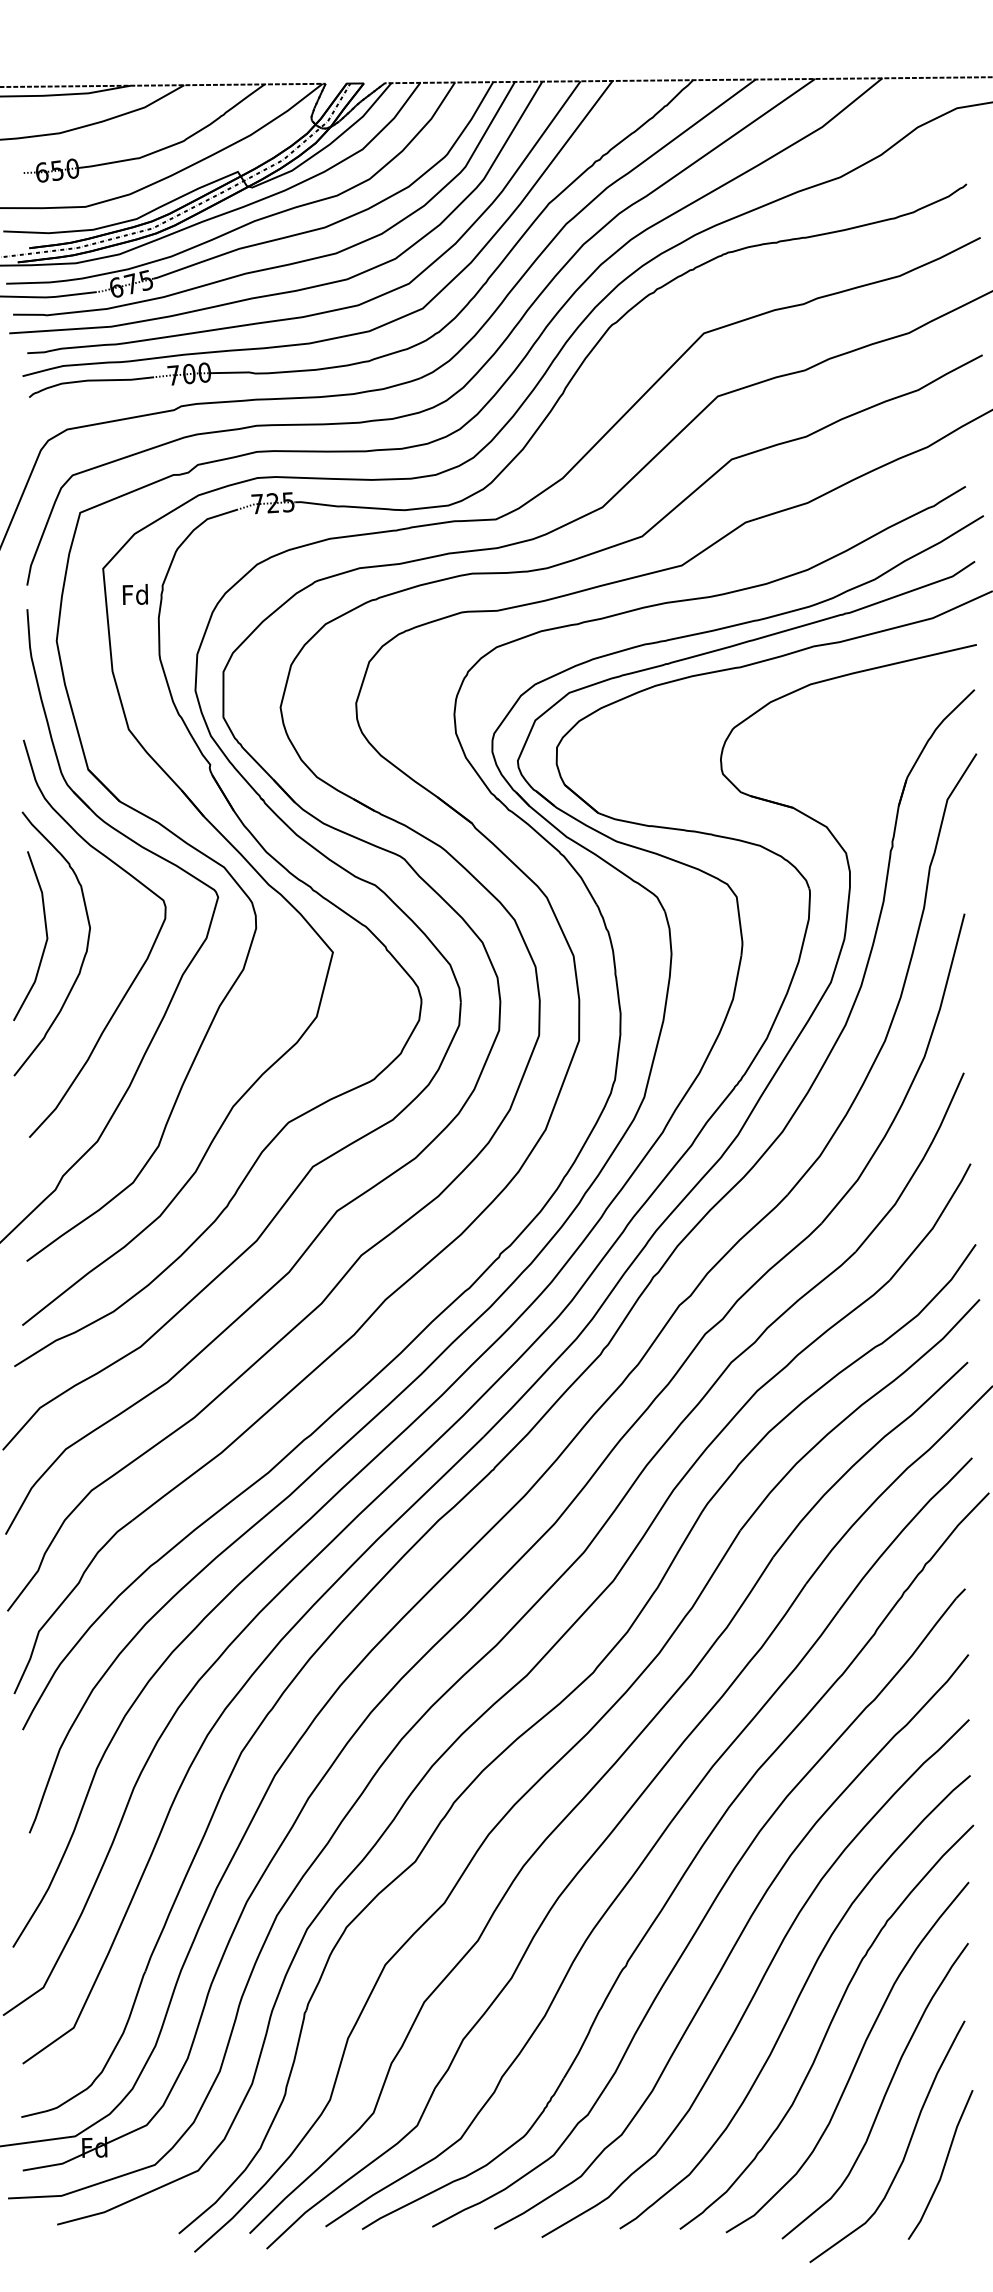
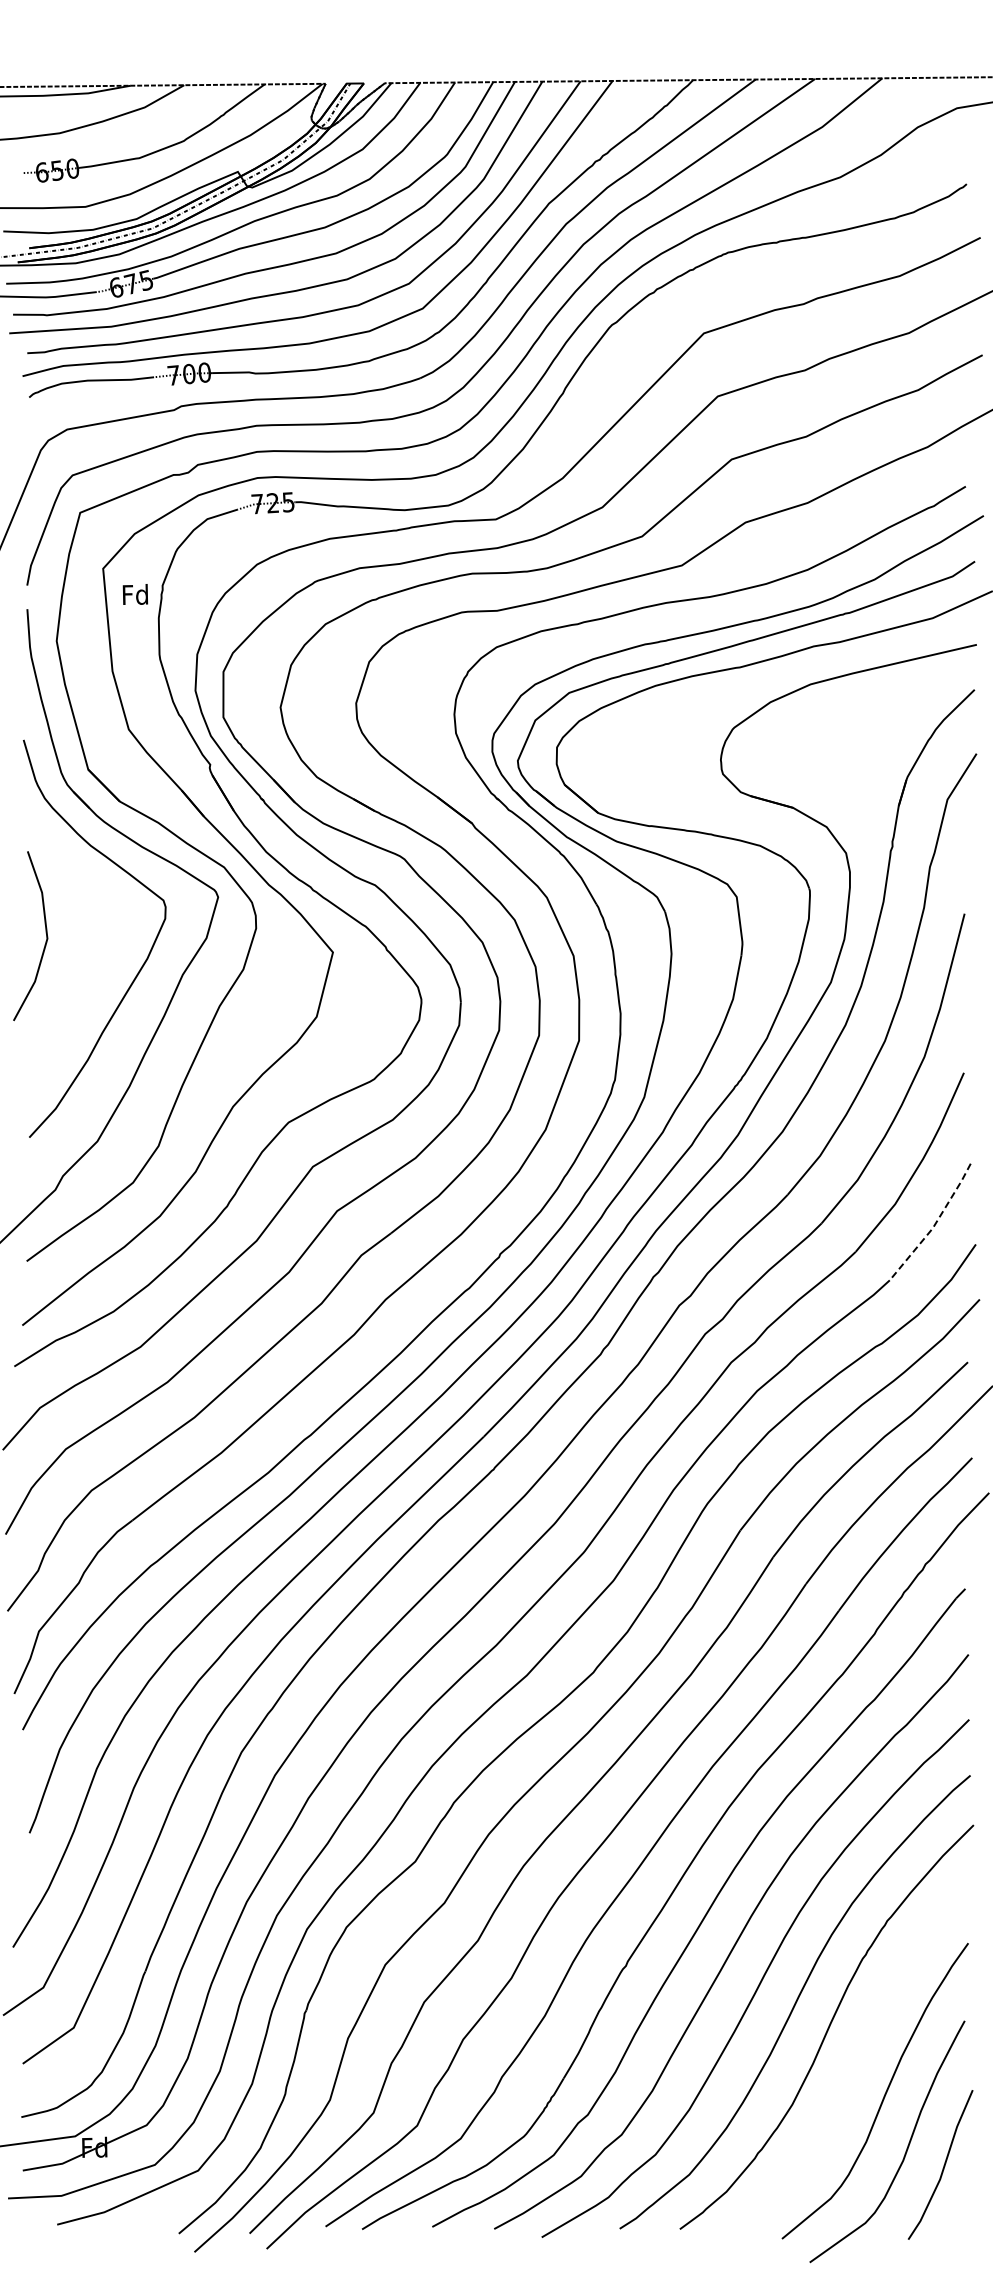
curve at (83, 956): present -> none
line at (934, 1225): solid -> dashed
curve at (855, 2061): present -> none
